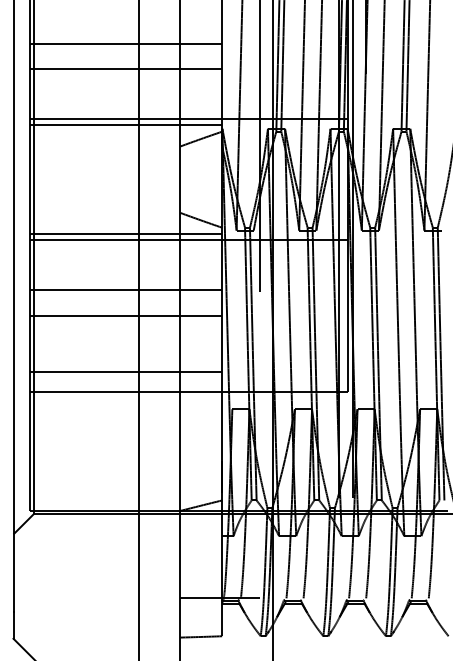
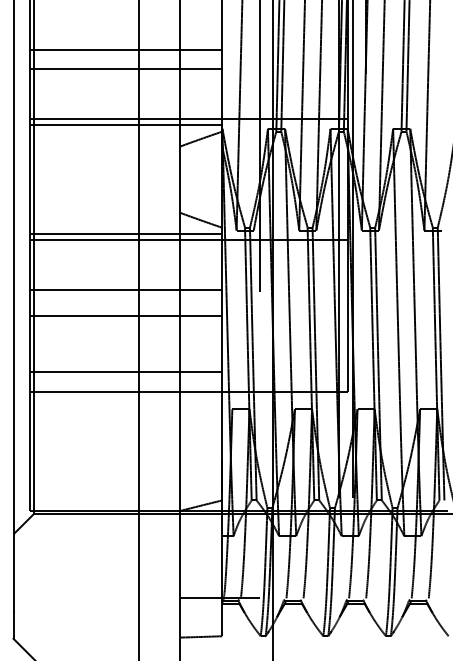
line at (126, 43) position: (126, 43) -> (126, 49)
